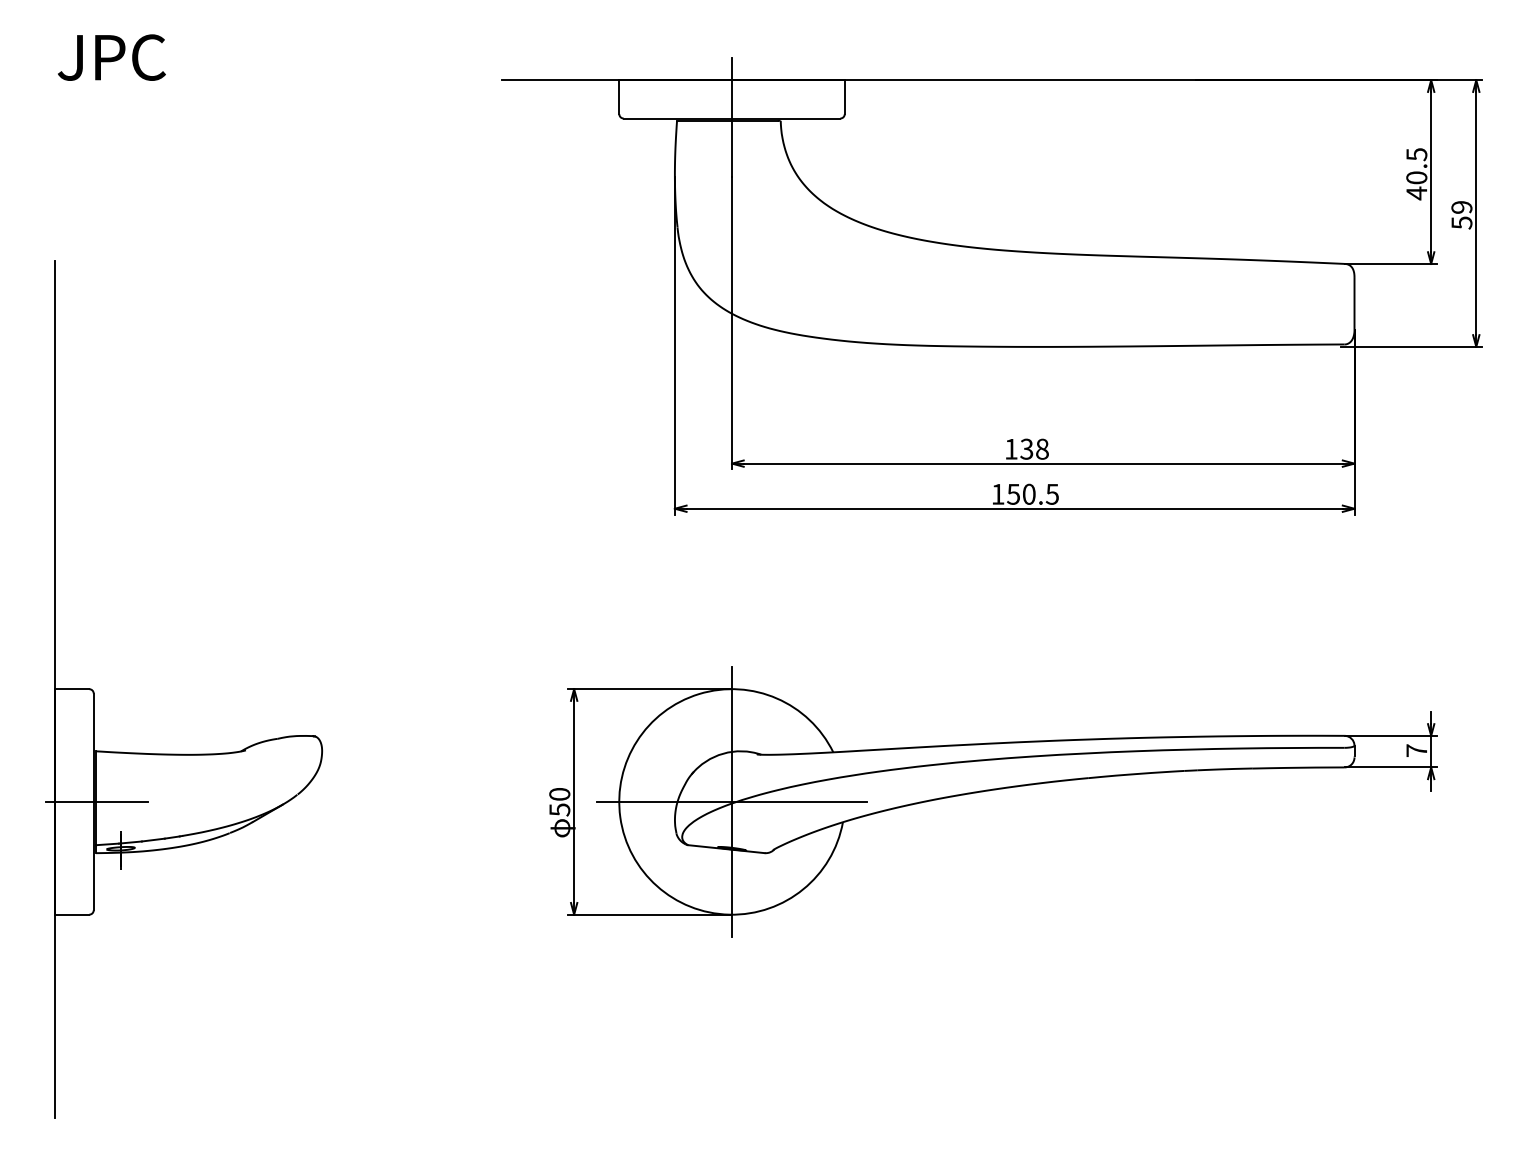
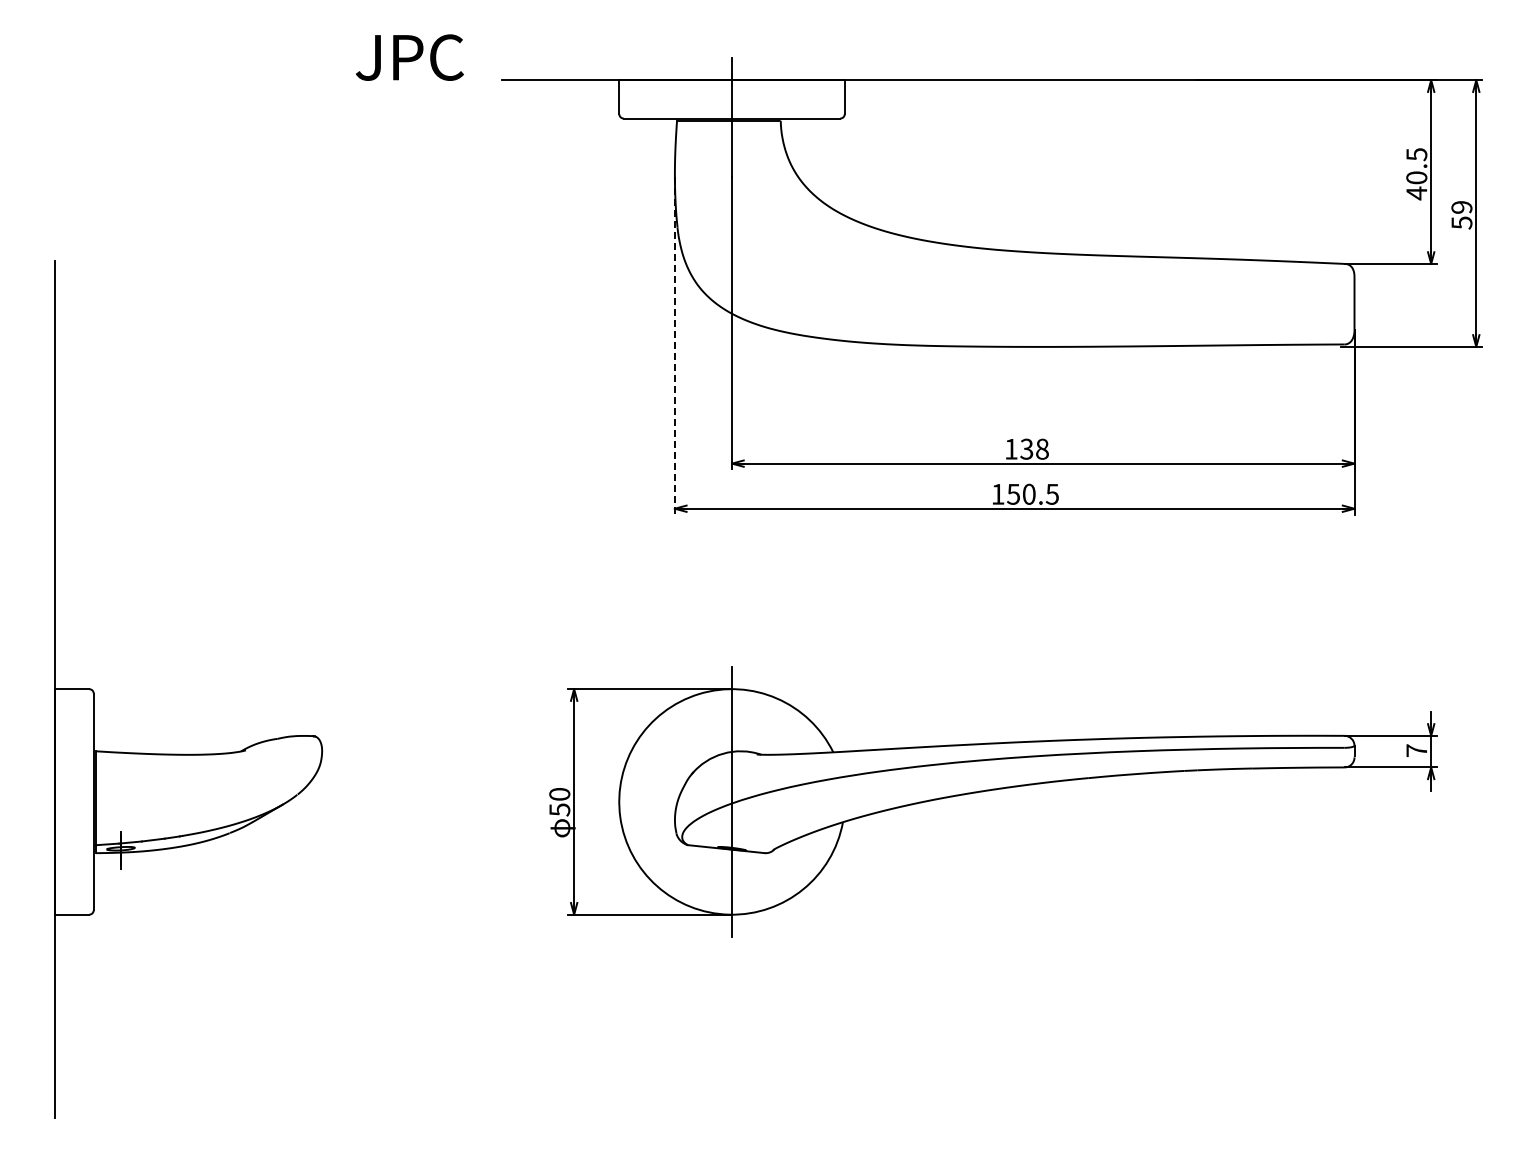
text at (111, 57) position: (111, 57) -> (409, 57)
line at (674, 345): solid -> dashed
line at (96, 801): present -> none
line at (731, 801): present -> none
